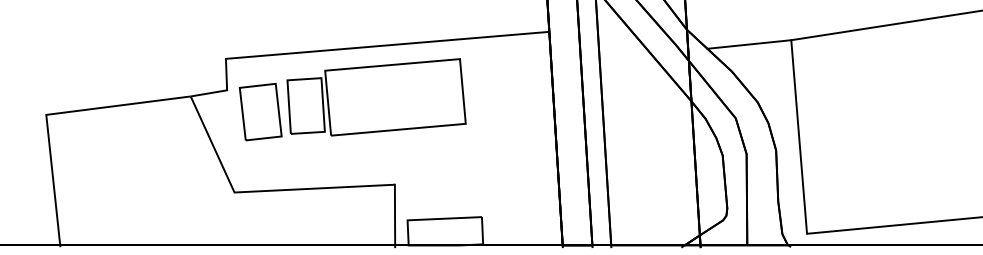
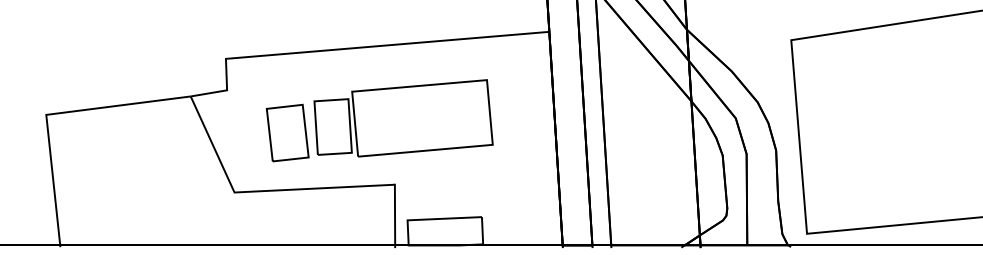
line at (749, 44): present -> none
part at (352, 99) position: (352, 99) -> (379, 120)
